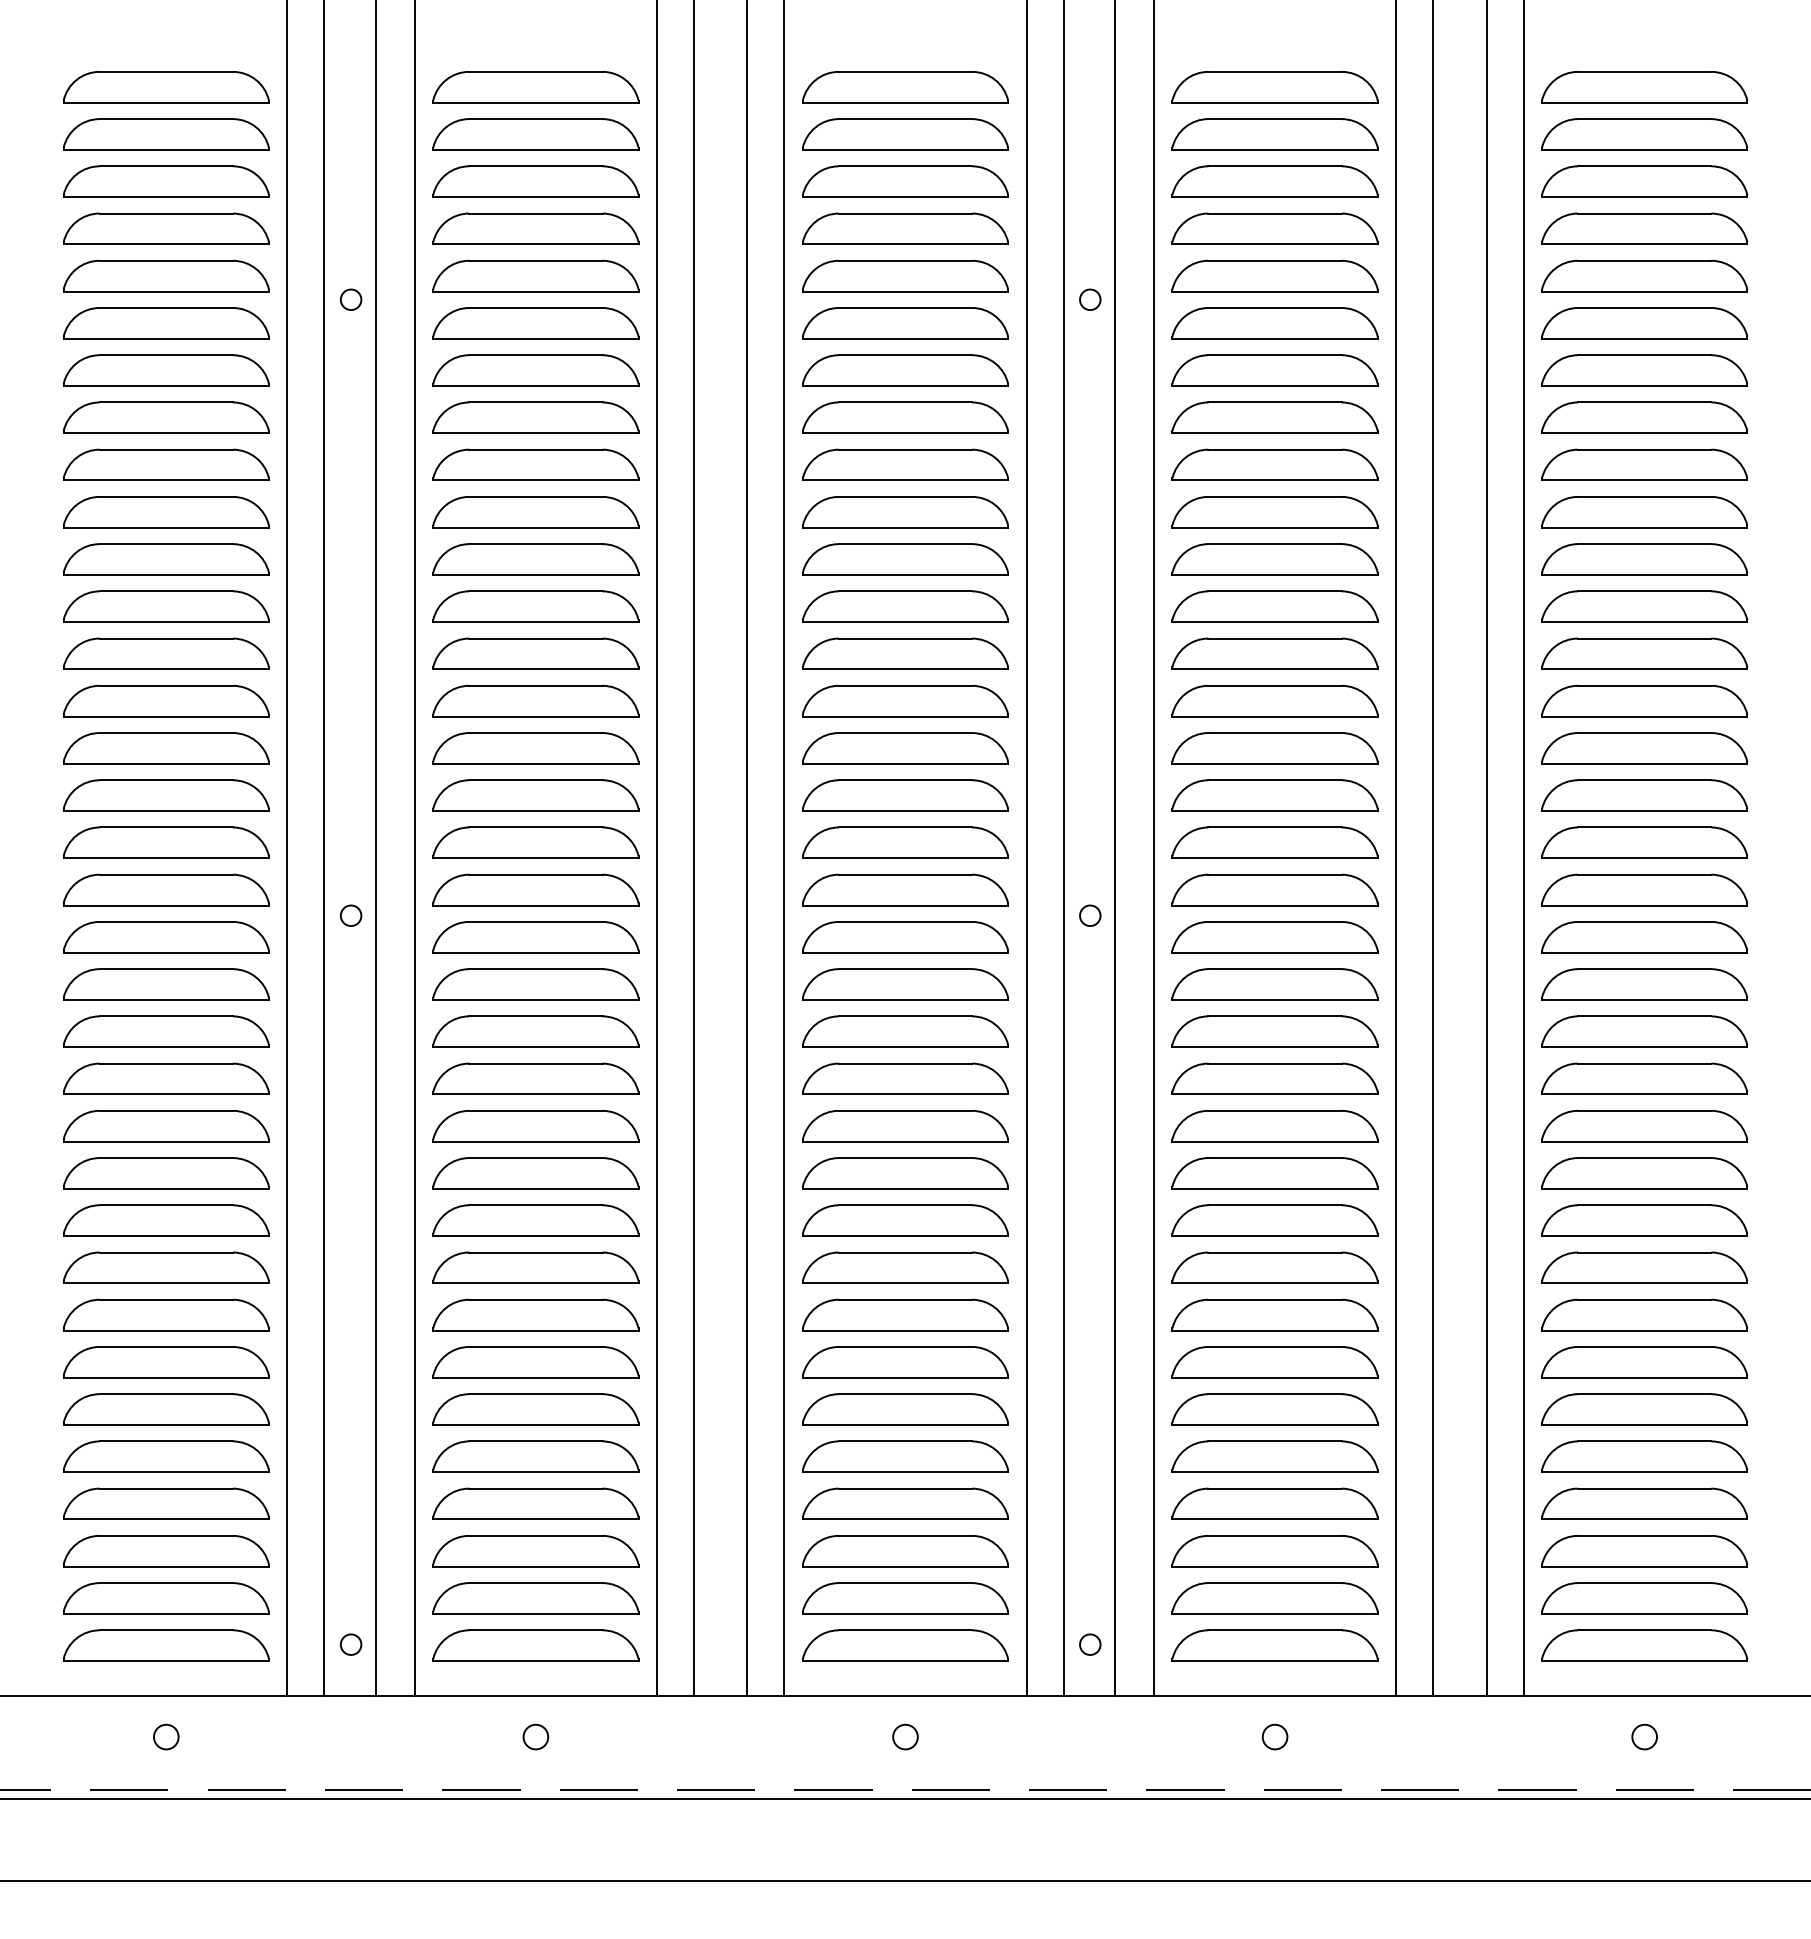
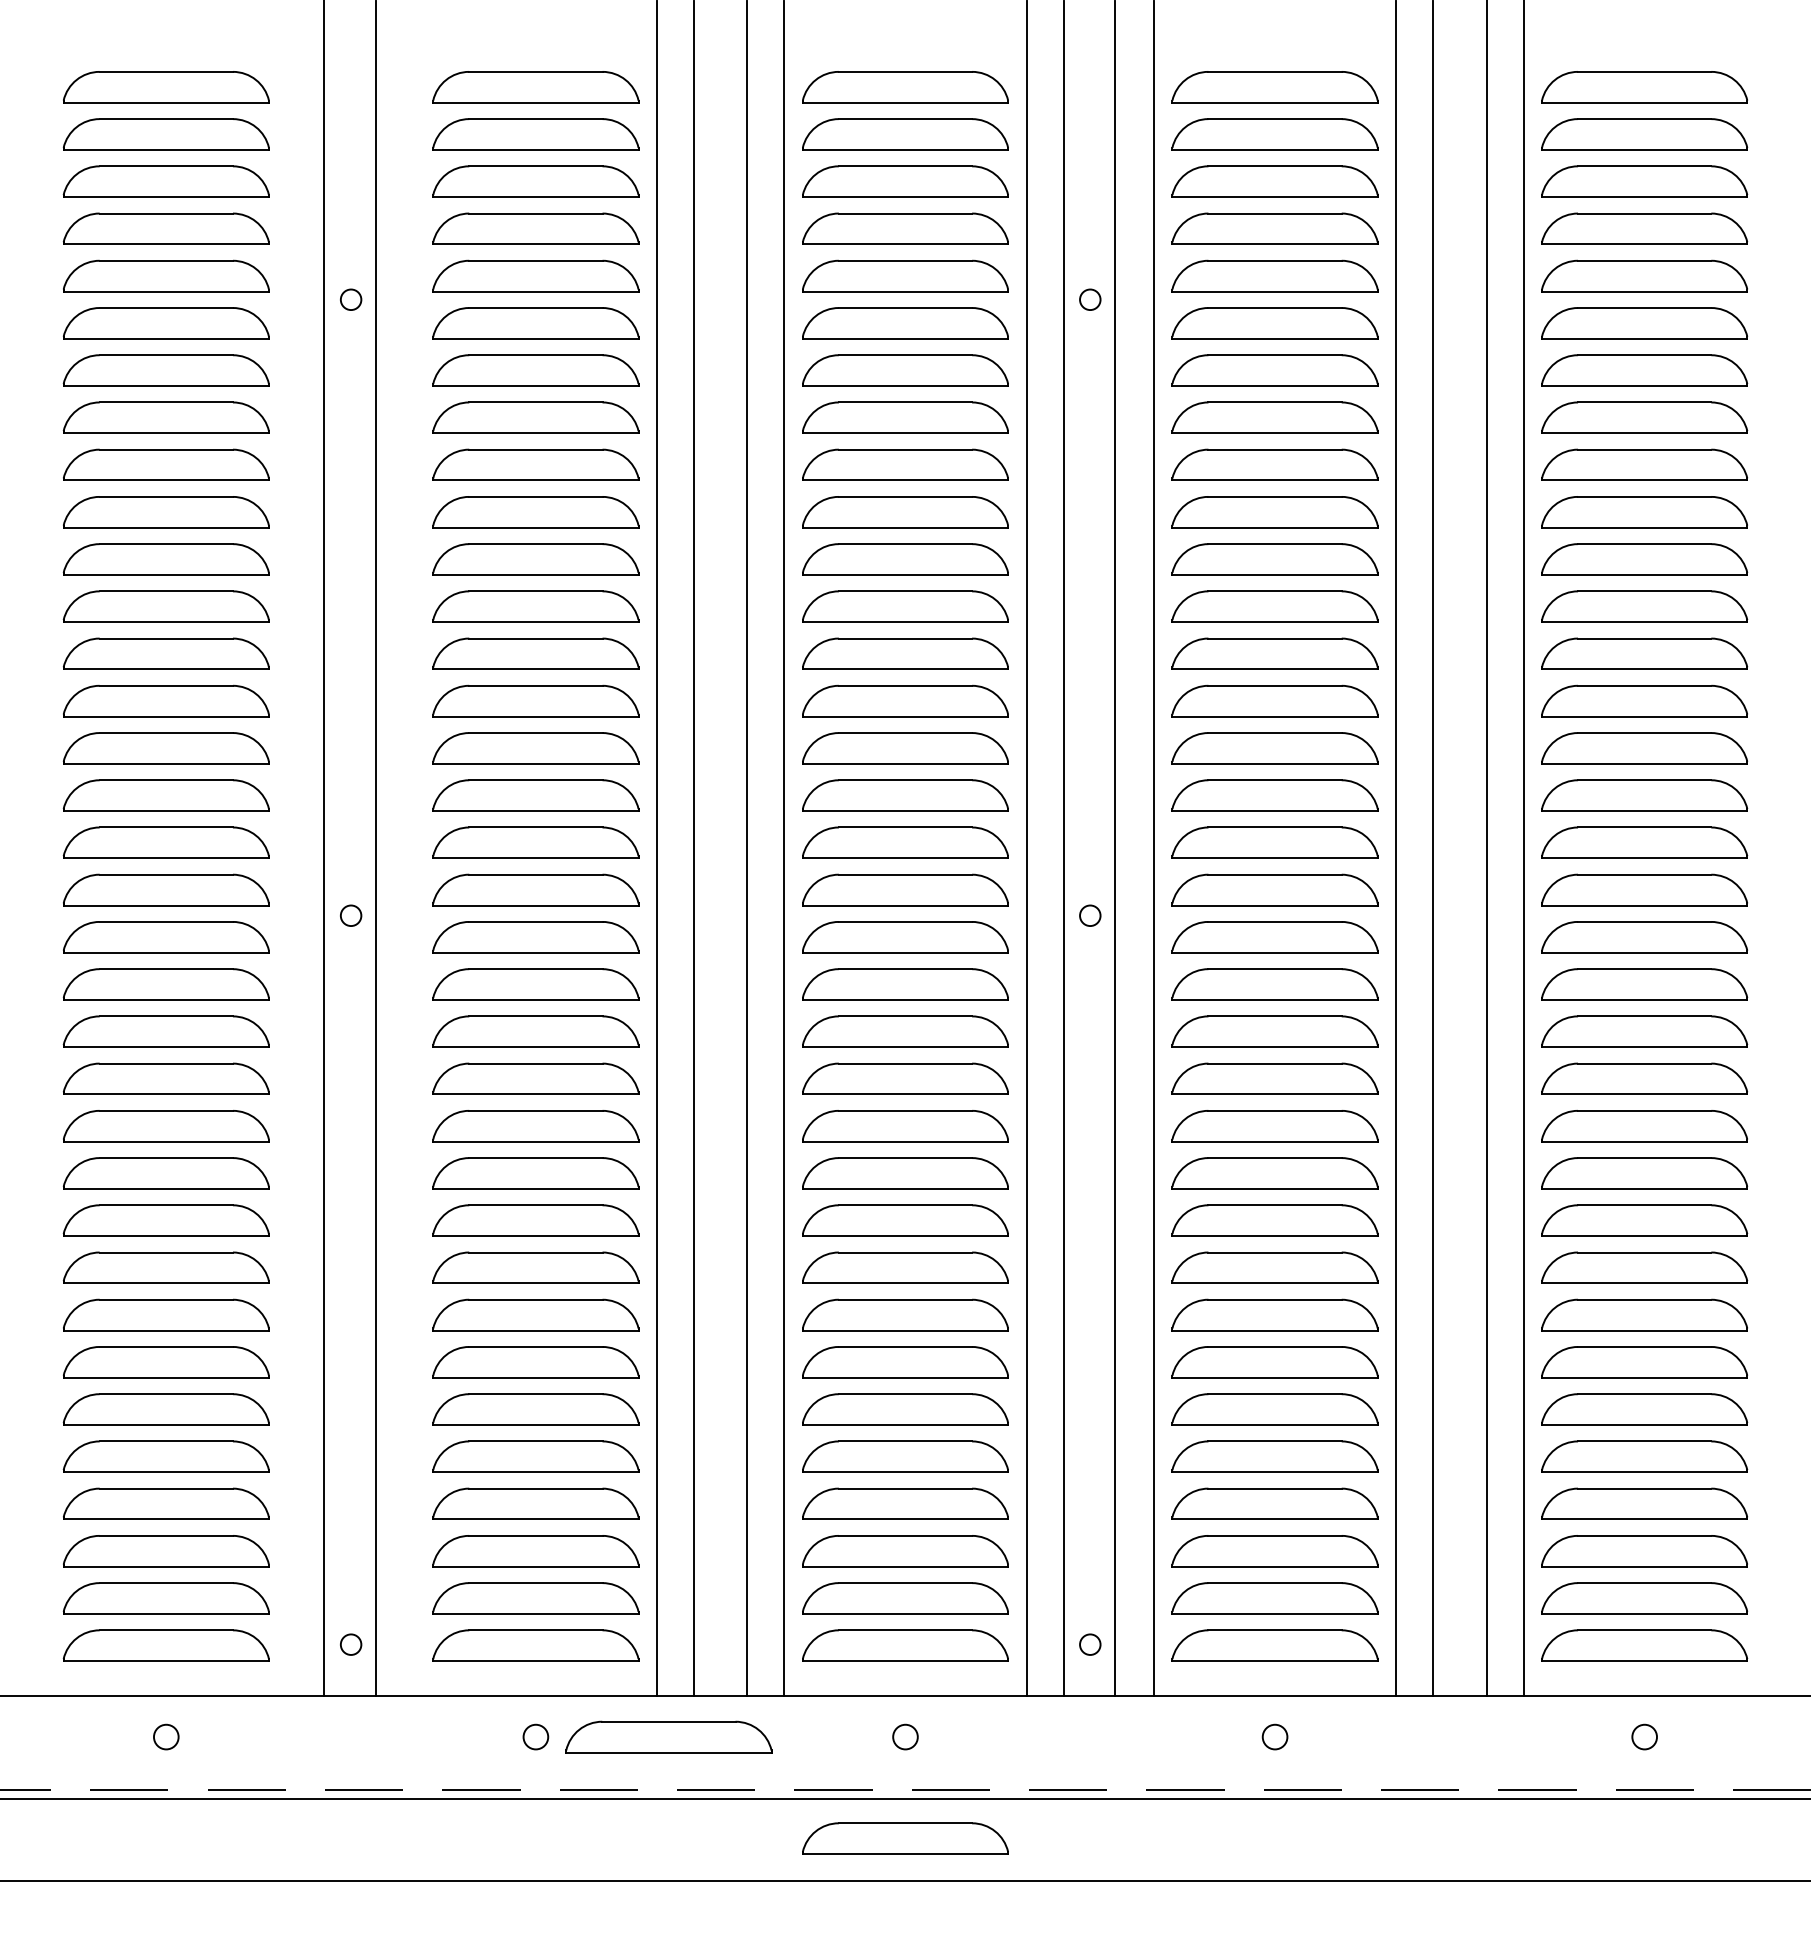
line at (287, 849): present -> none
line at (414, 849): present -> none
part at (668, 1736): none -> present
part at (905, 1838): none -> present
